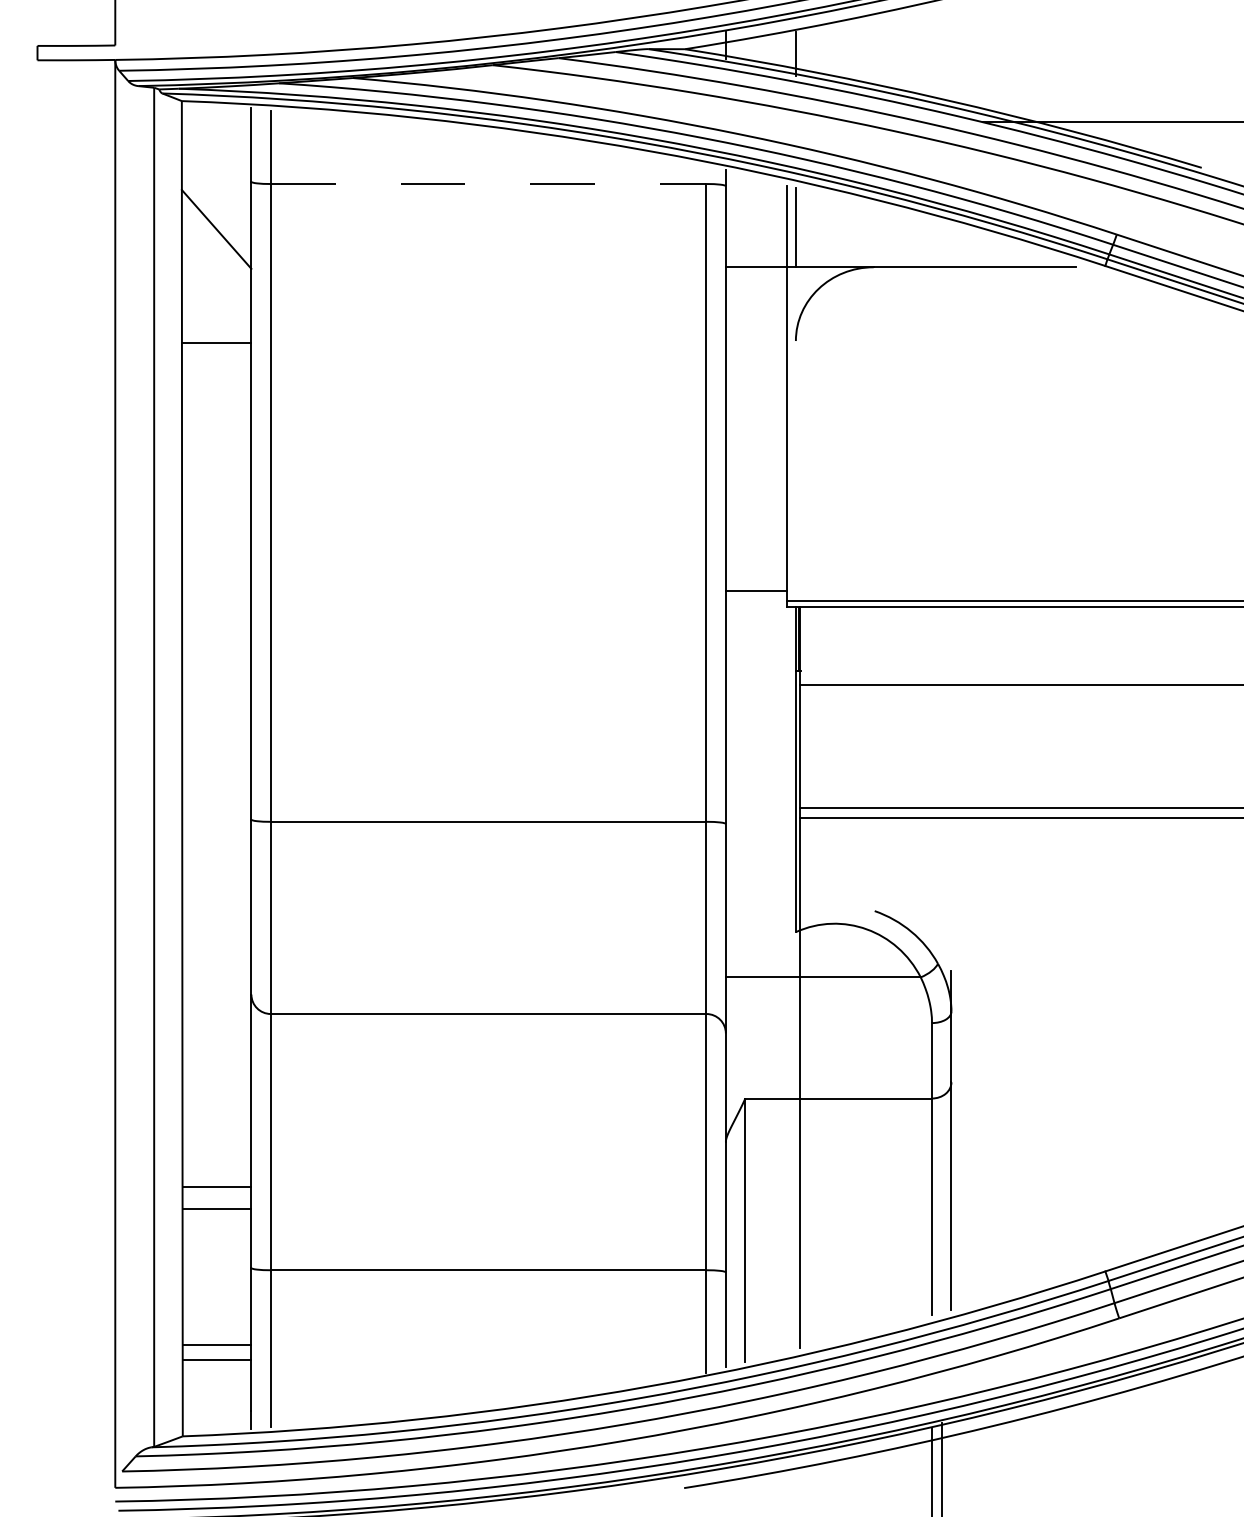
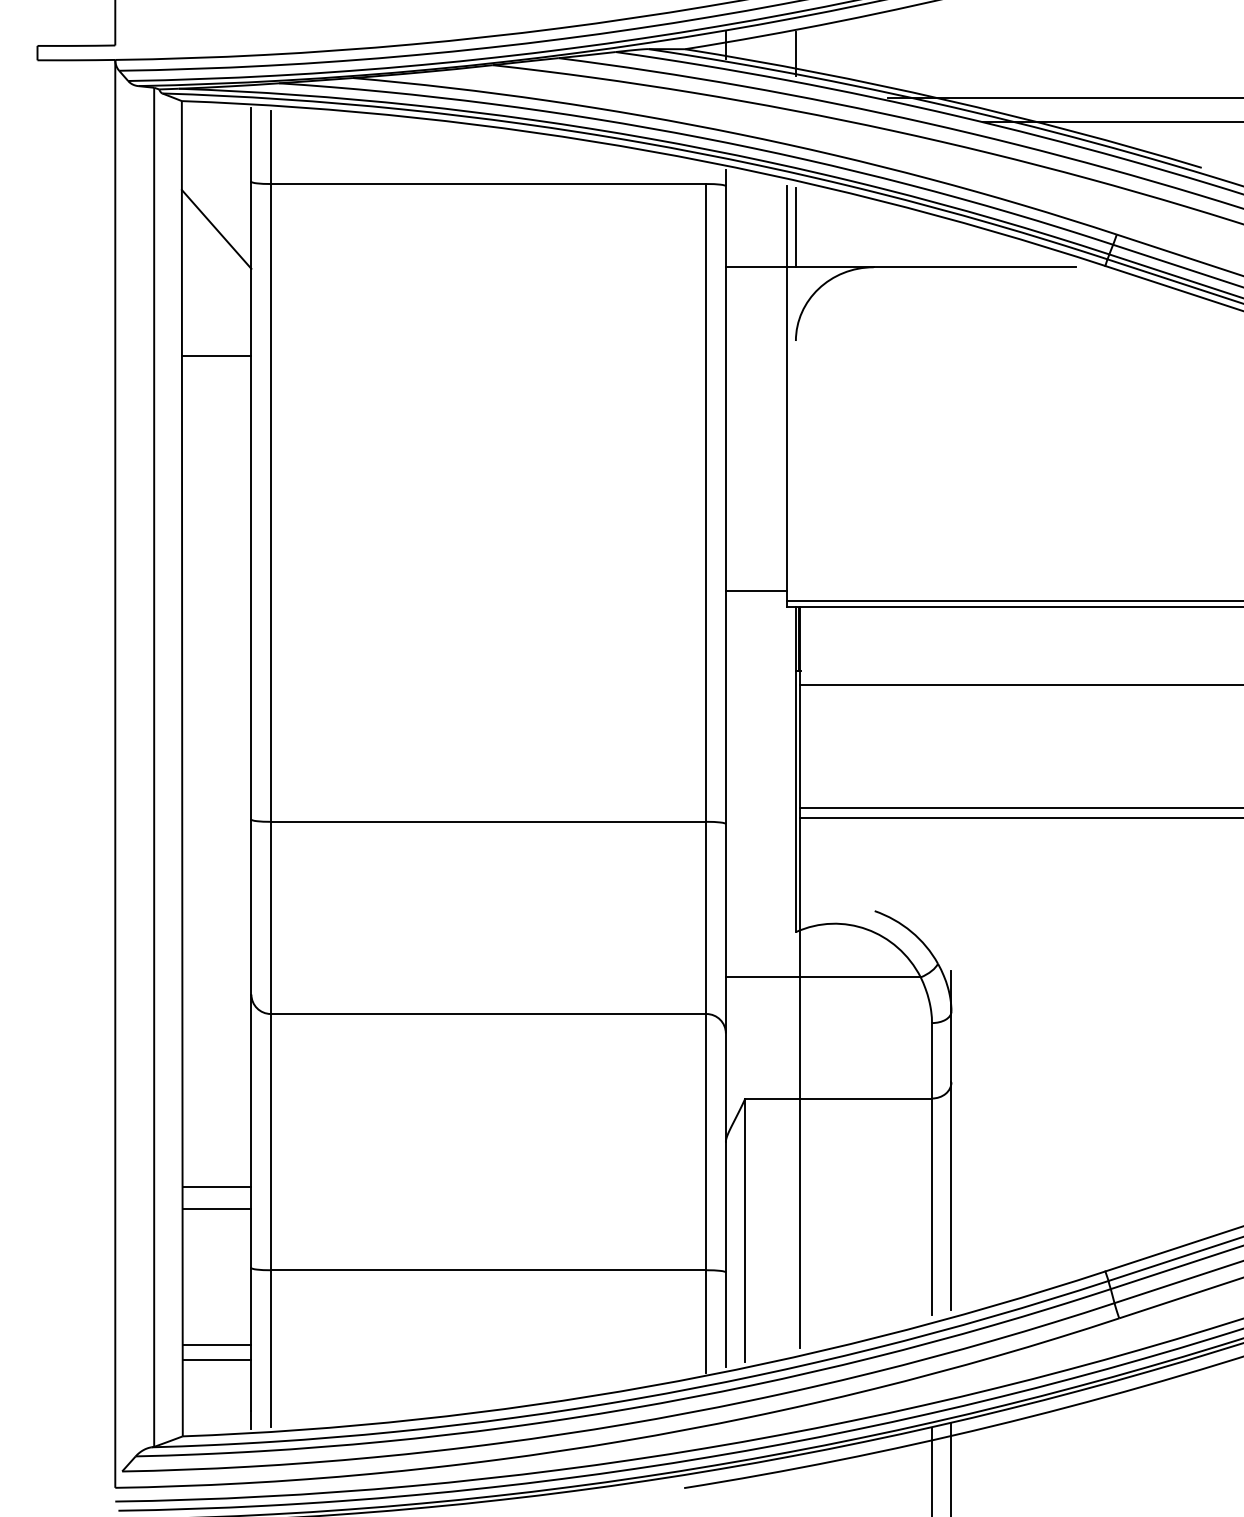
line at (1063, 98): none -> present
line at (488, 184): dashed -> solid
line at (216, 343) position: (216, 343) -> (216, 356)
line at (942, 1468) position: (942, 1468) -> (951, 1468)
